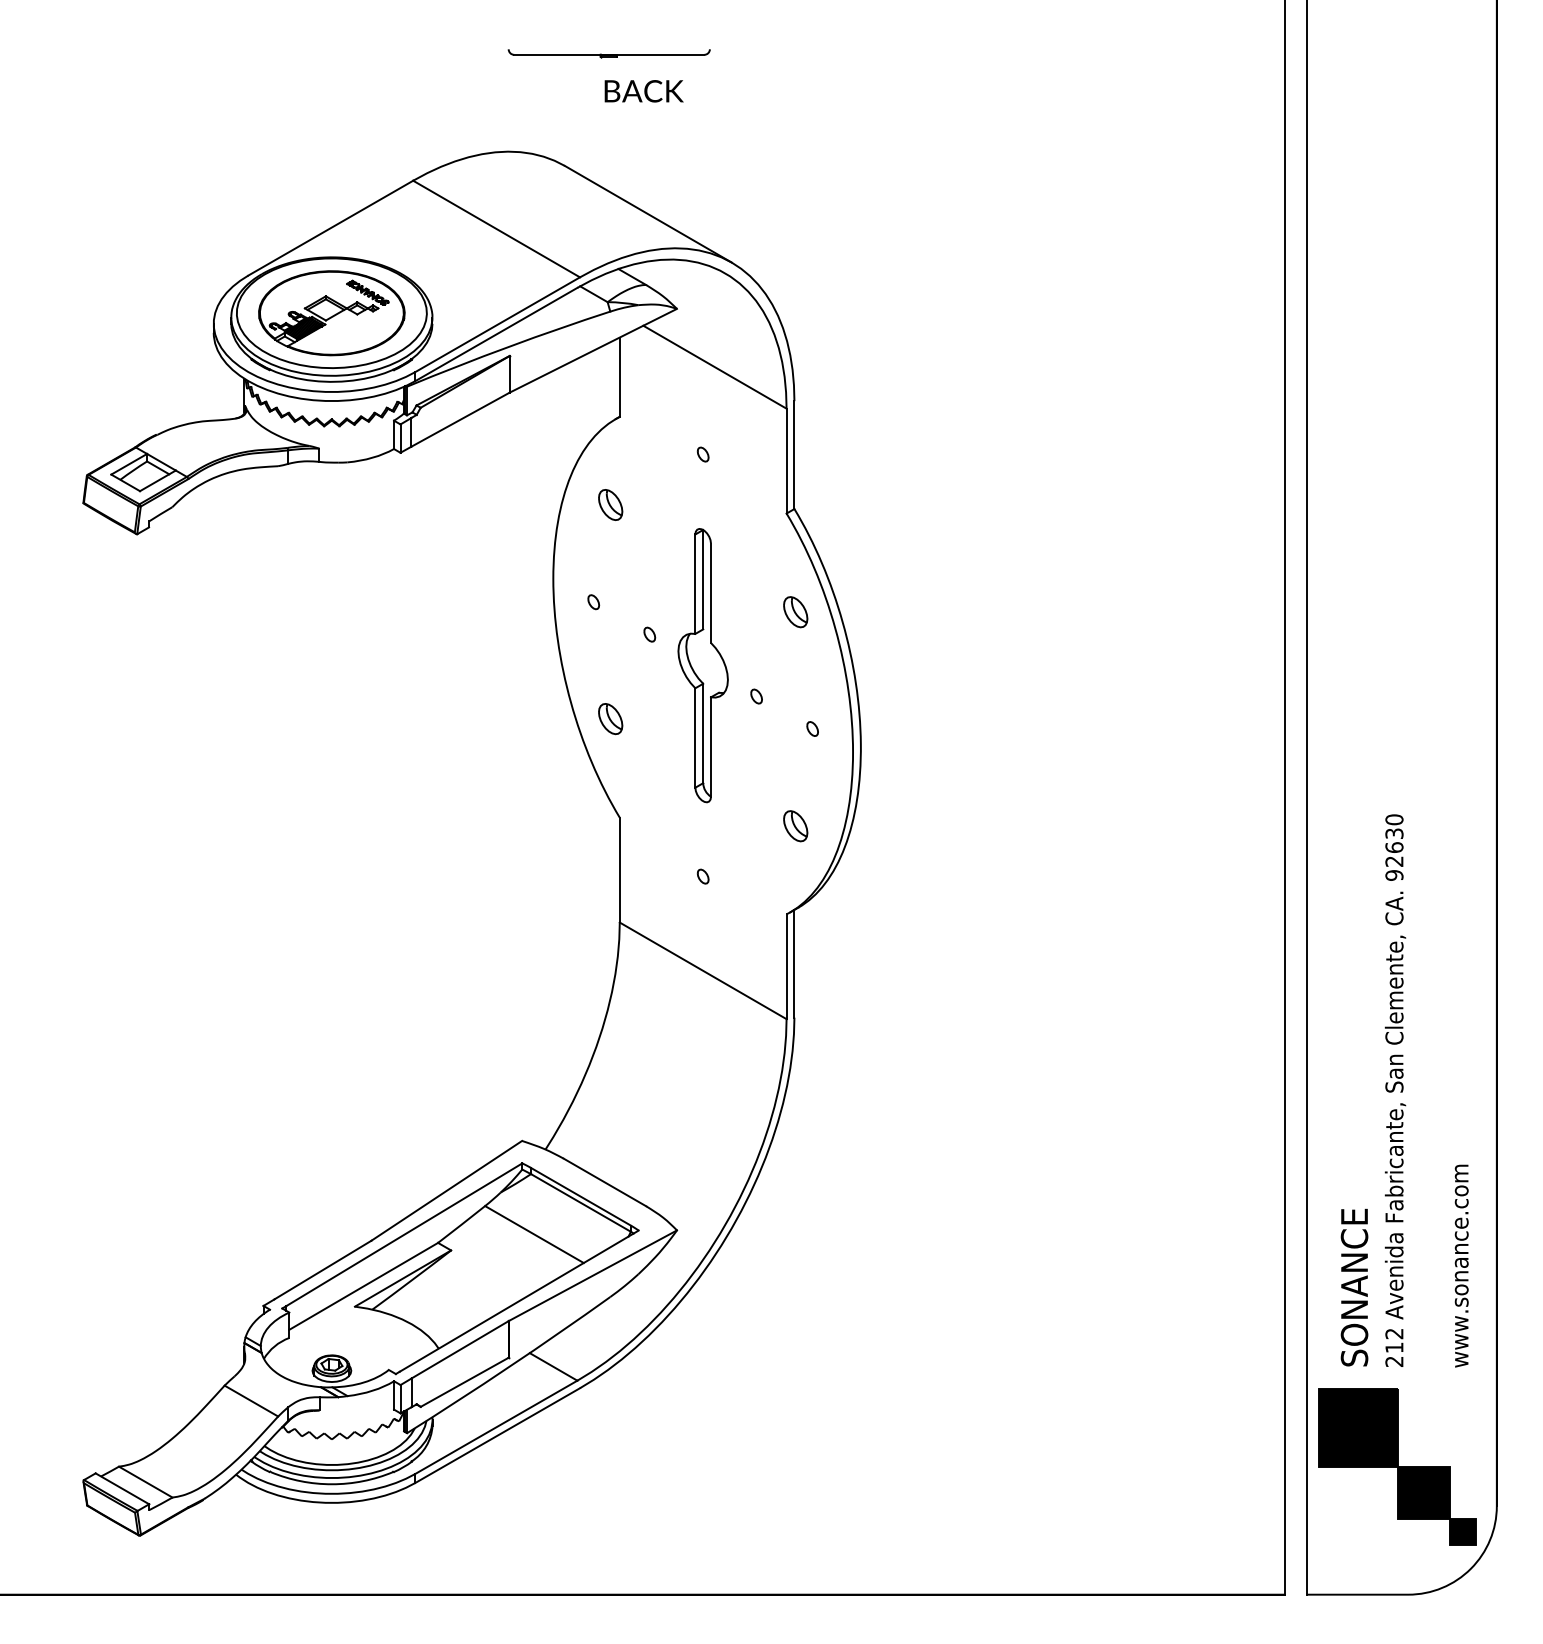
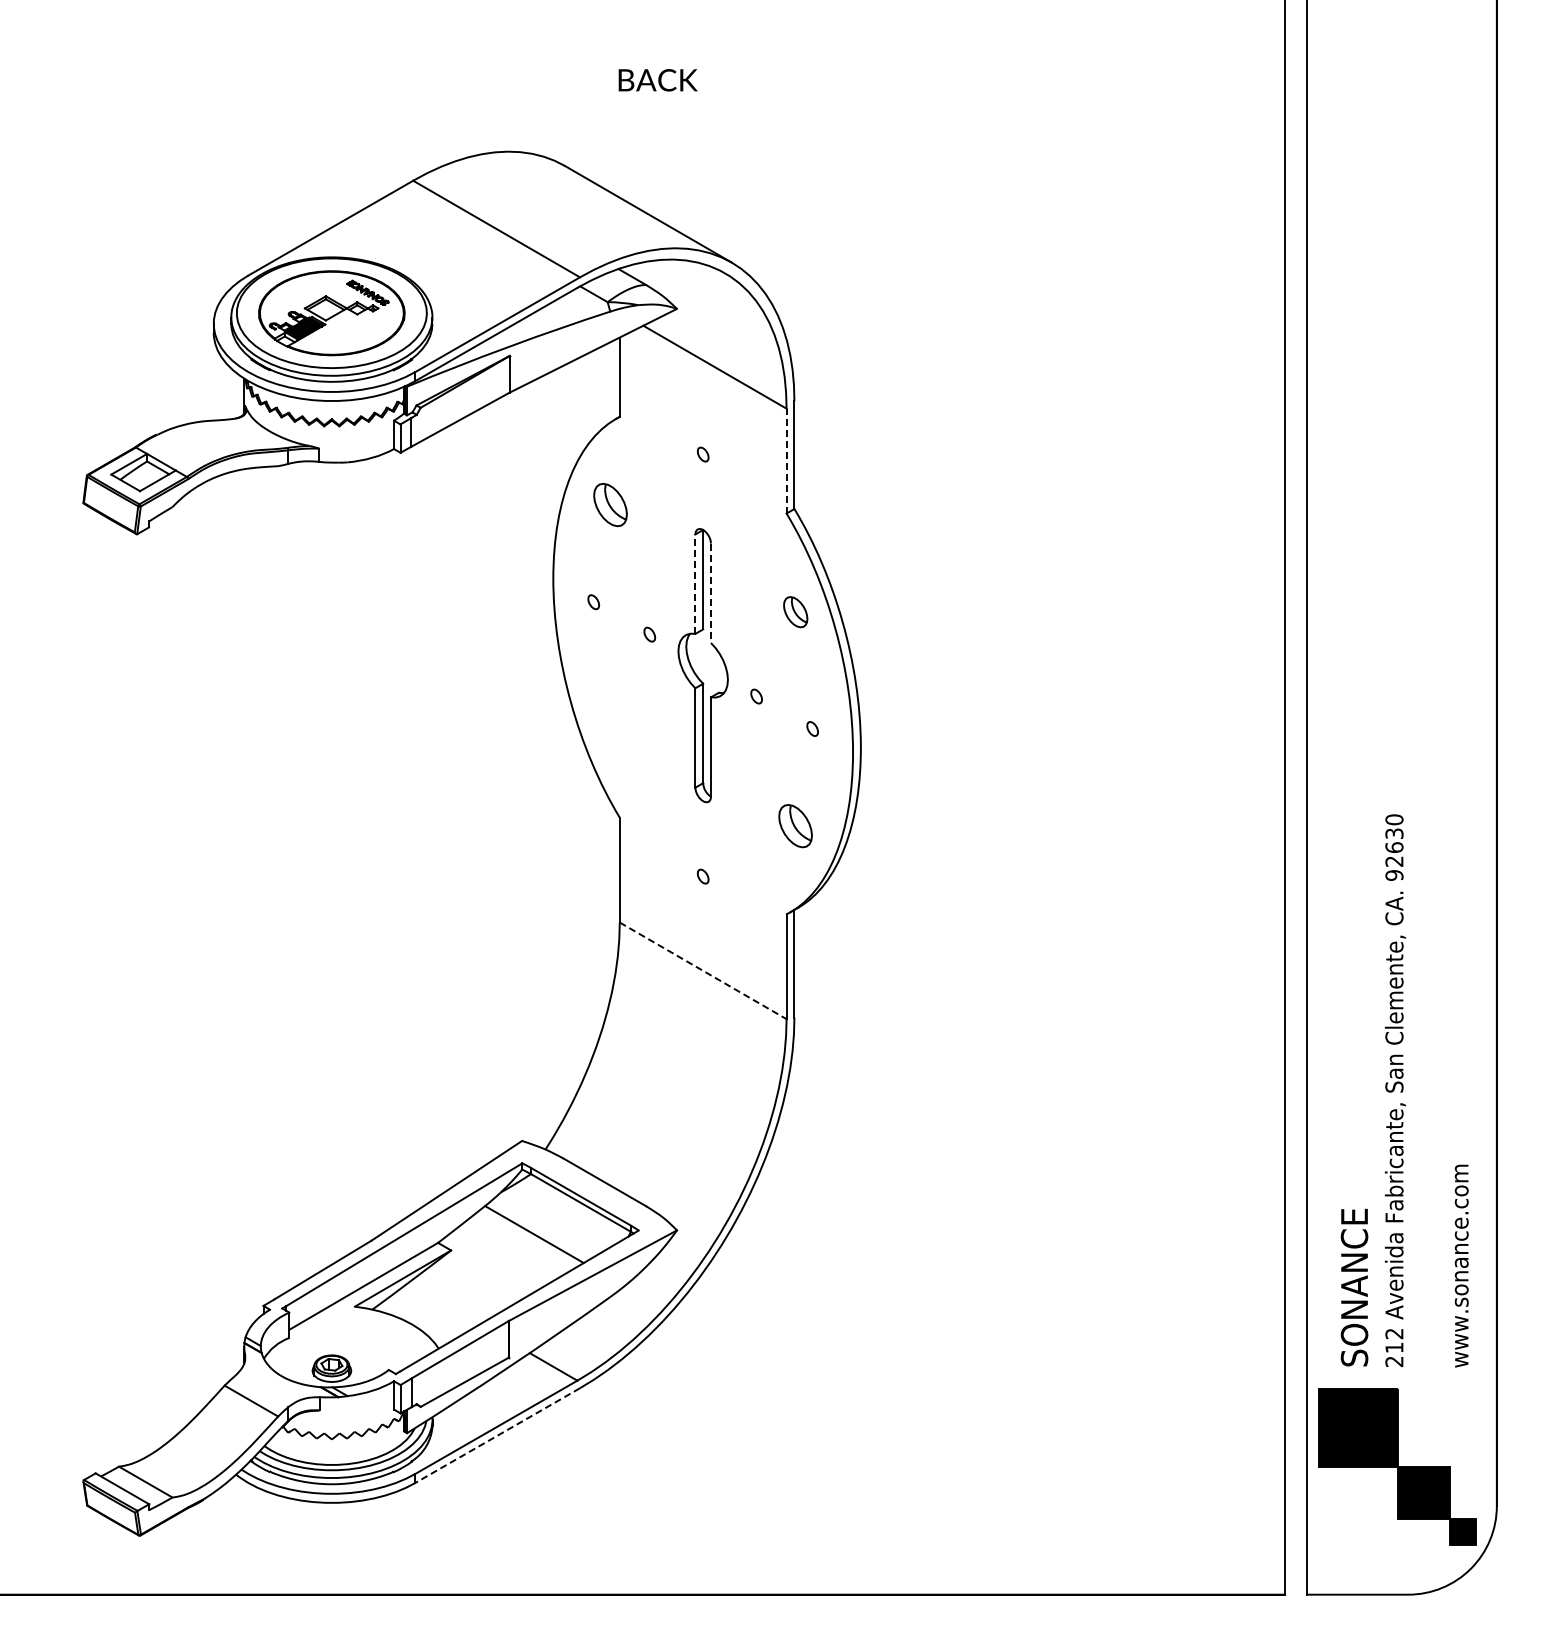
part at (608, 53): present -> none
text at (643, 91) position: (643, 91) -> (657, 80)
line at (786, 460): solid -> dashed
part at (610, 504) size: 26x32 px -> 35x46 px
line at (695, 584): solid -> dashed
line at (711, 593): solid -> dashed
part at (610, 719): present -> none
part at (795, 826) size: 26x33 px -> 35x45 px
line at (703, 971): solid -> dashed
line at (497, 1435): solid -> dashed
